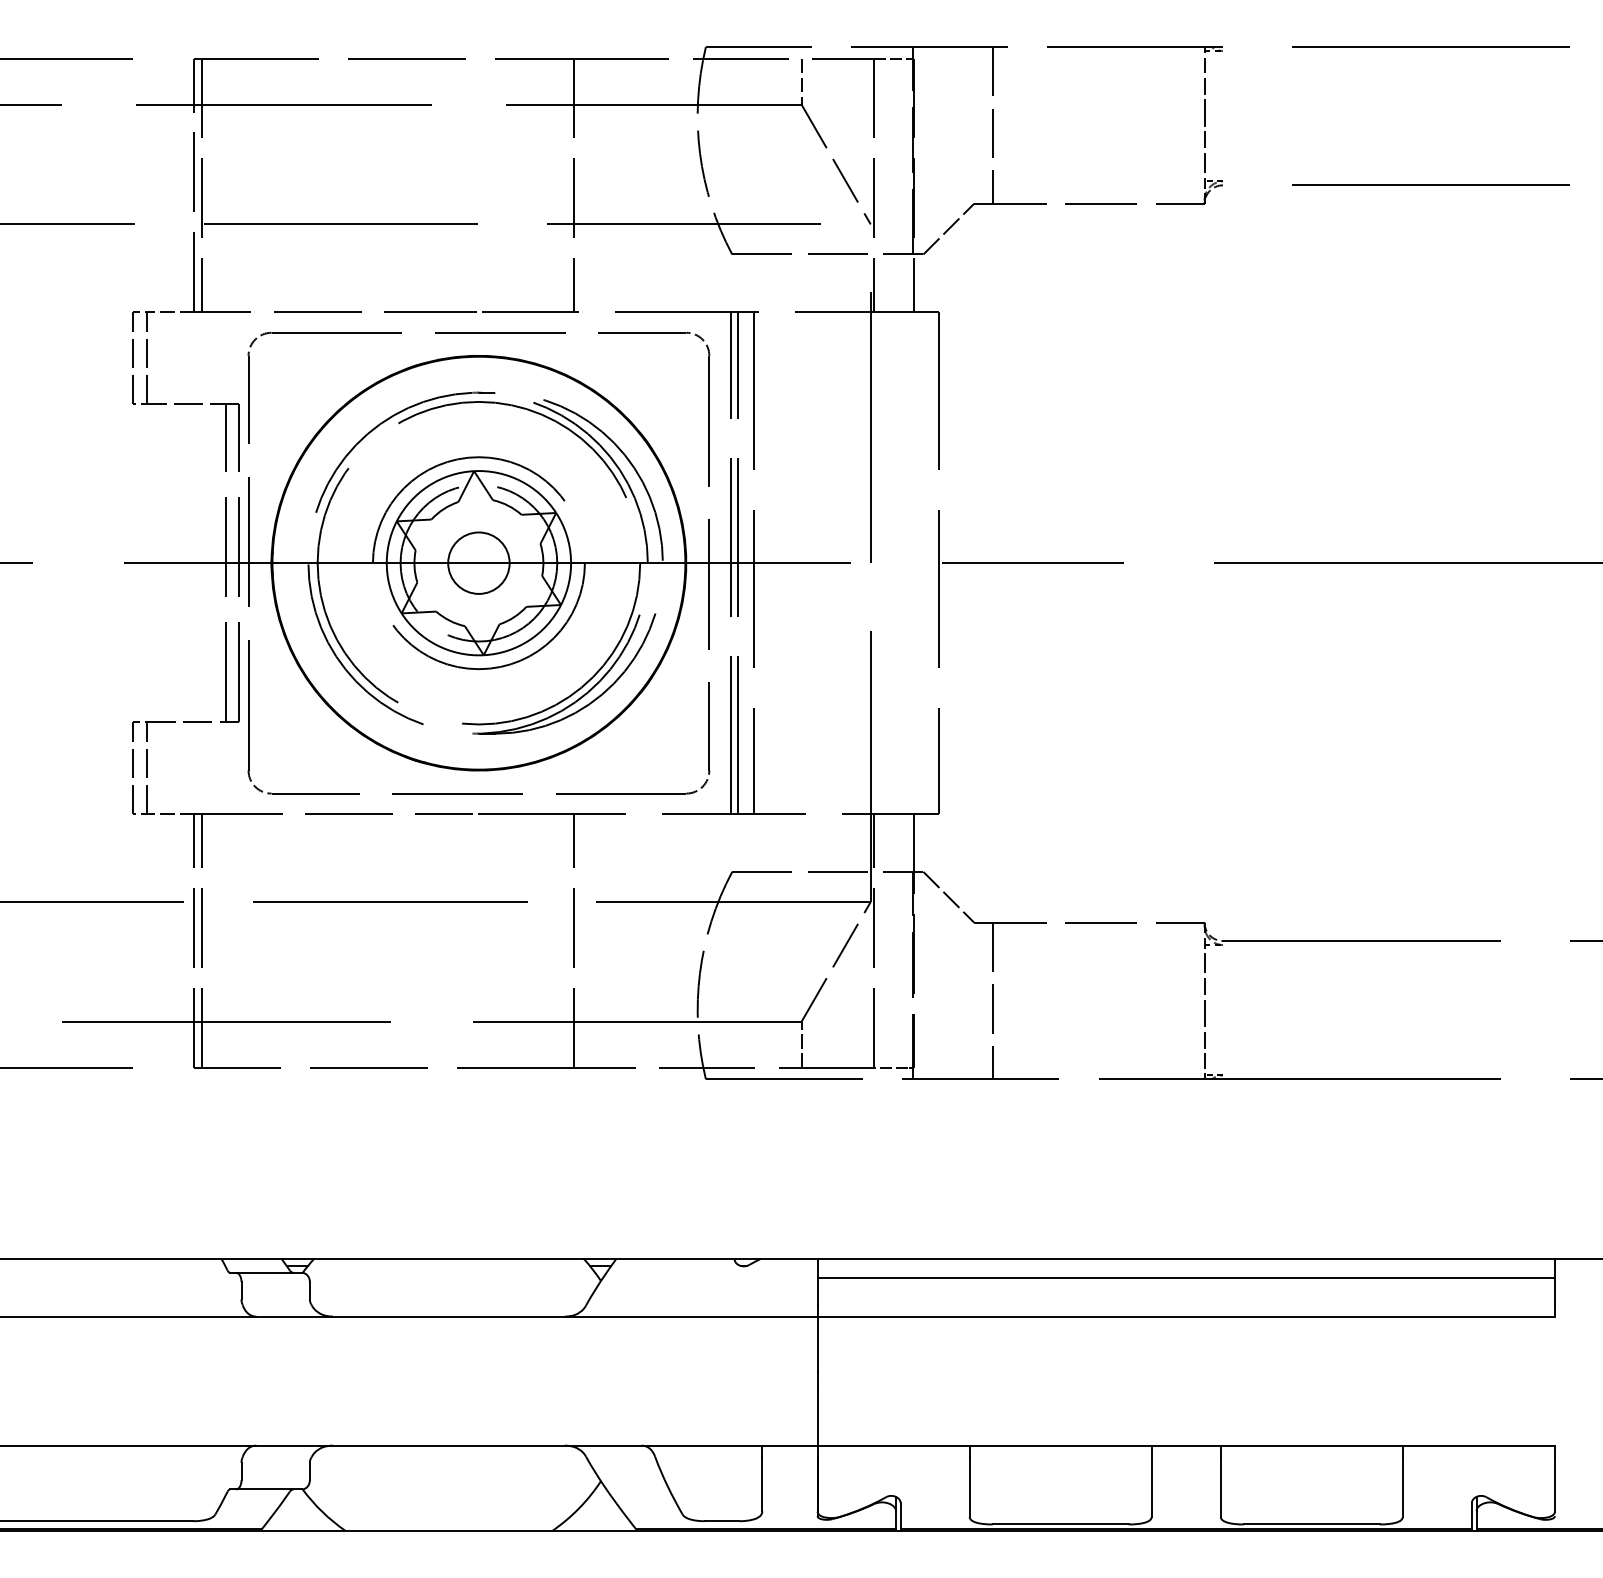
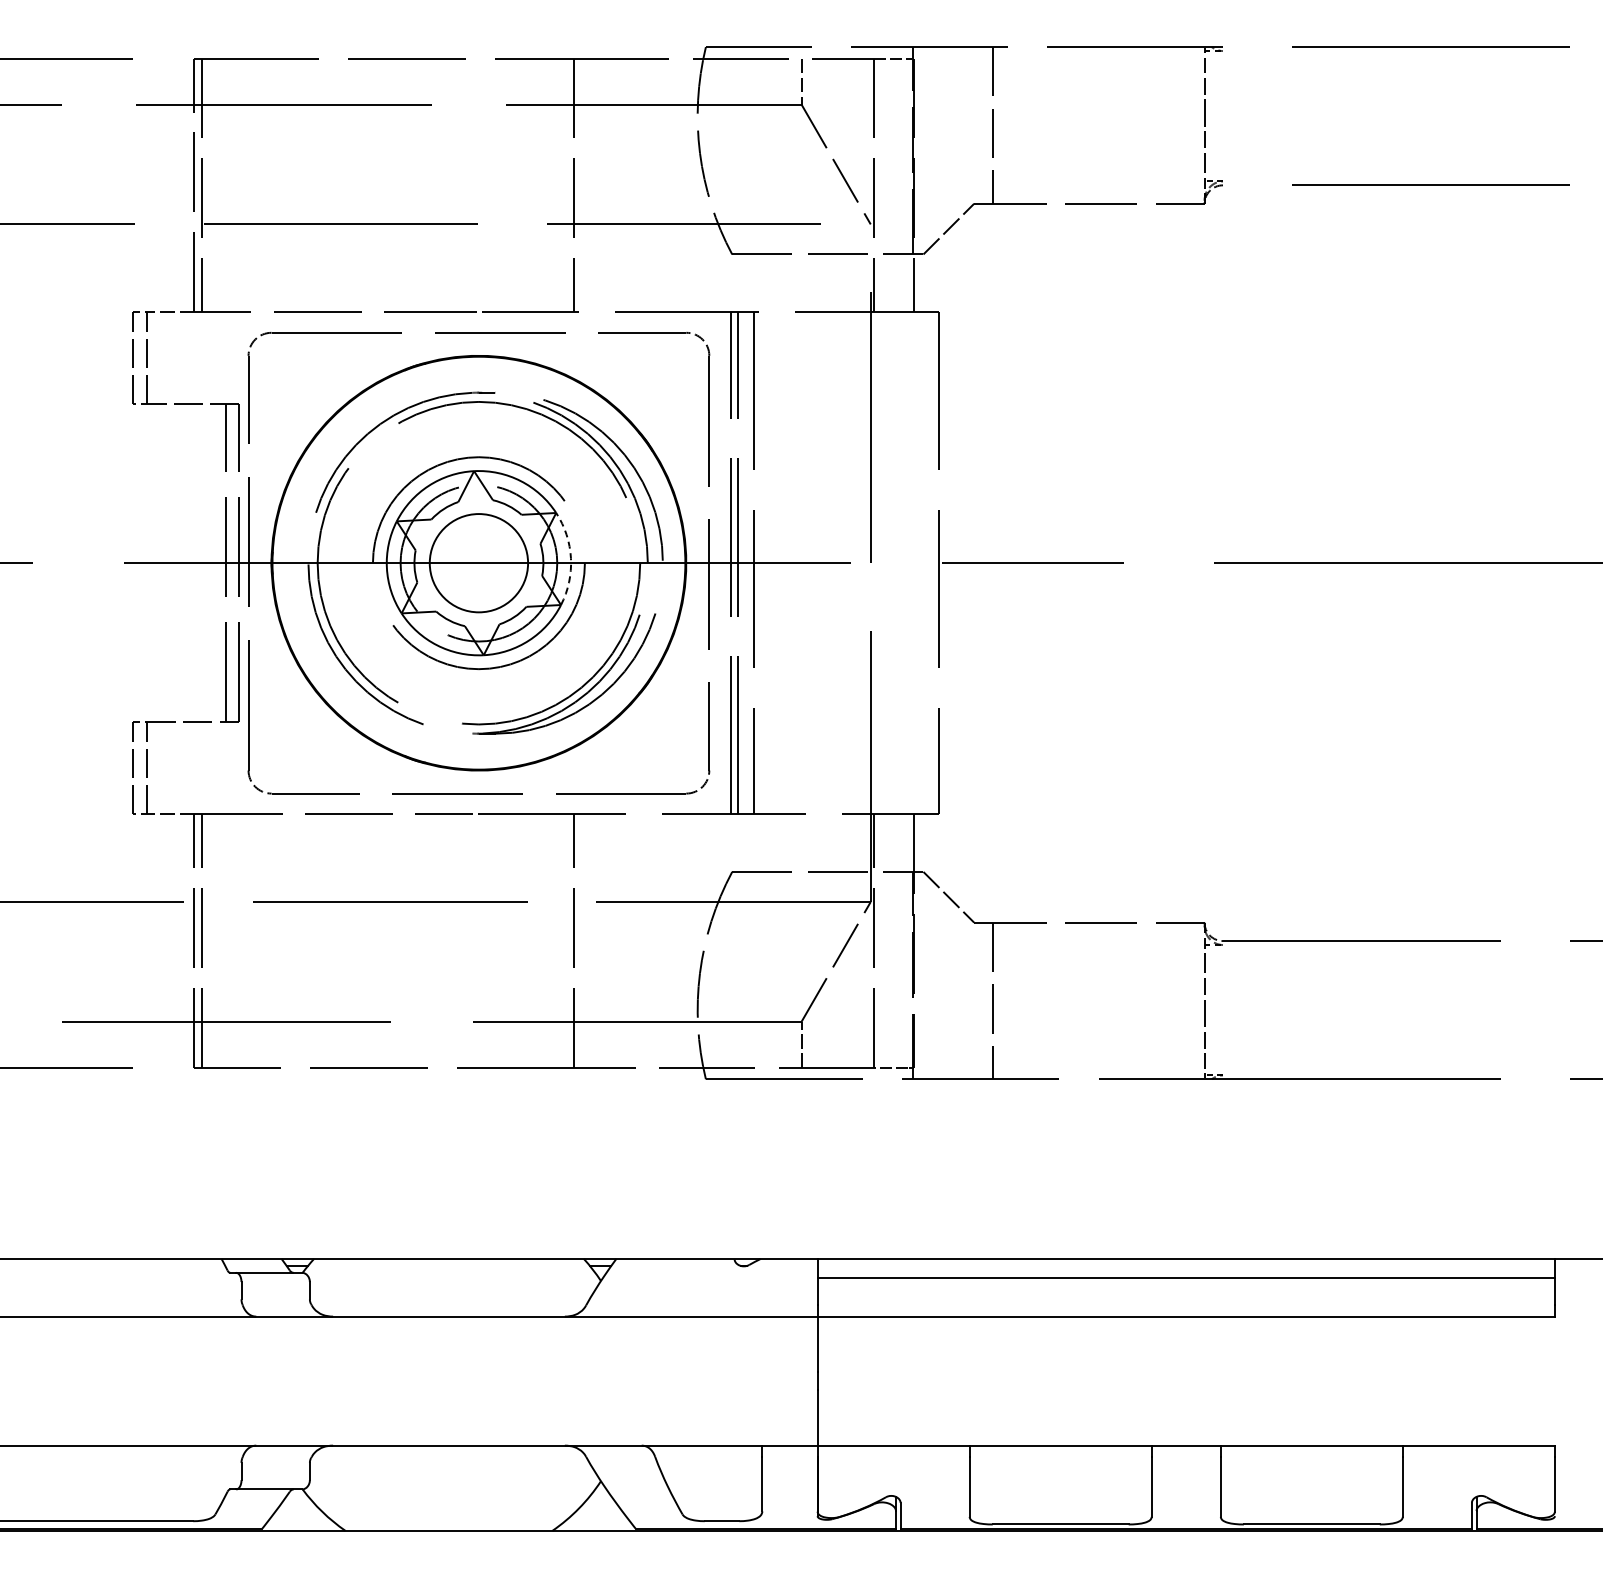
arc at (570, 558): solid -> dashed
circle at (478, 562) diameter: 61 px -> 98 px
